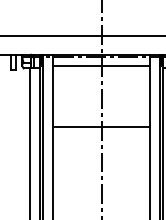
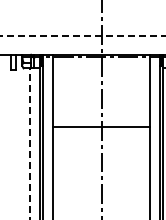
line at (82, 35): solid -> dashed
line at (101, 65): present -> none
line at (30, 143): solid -> dashed
